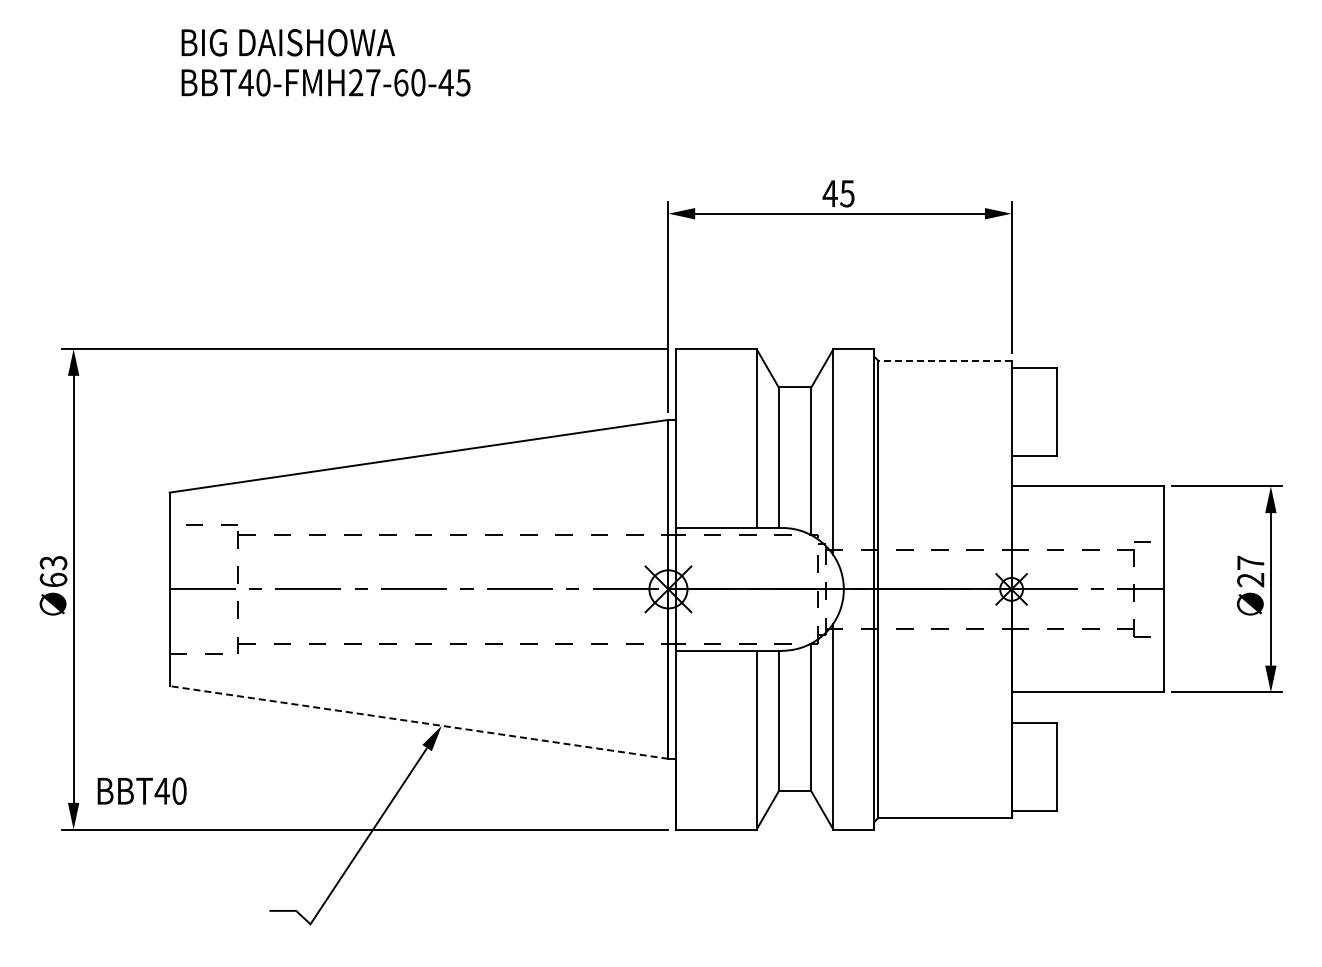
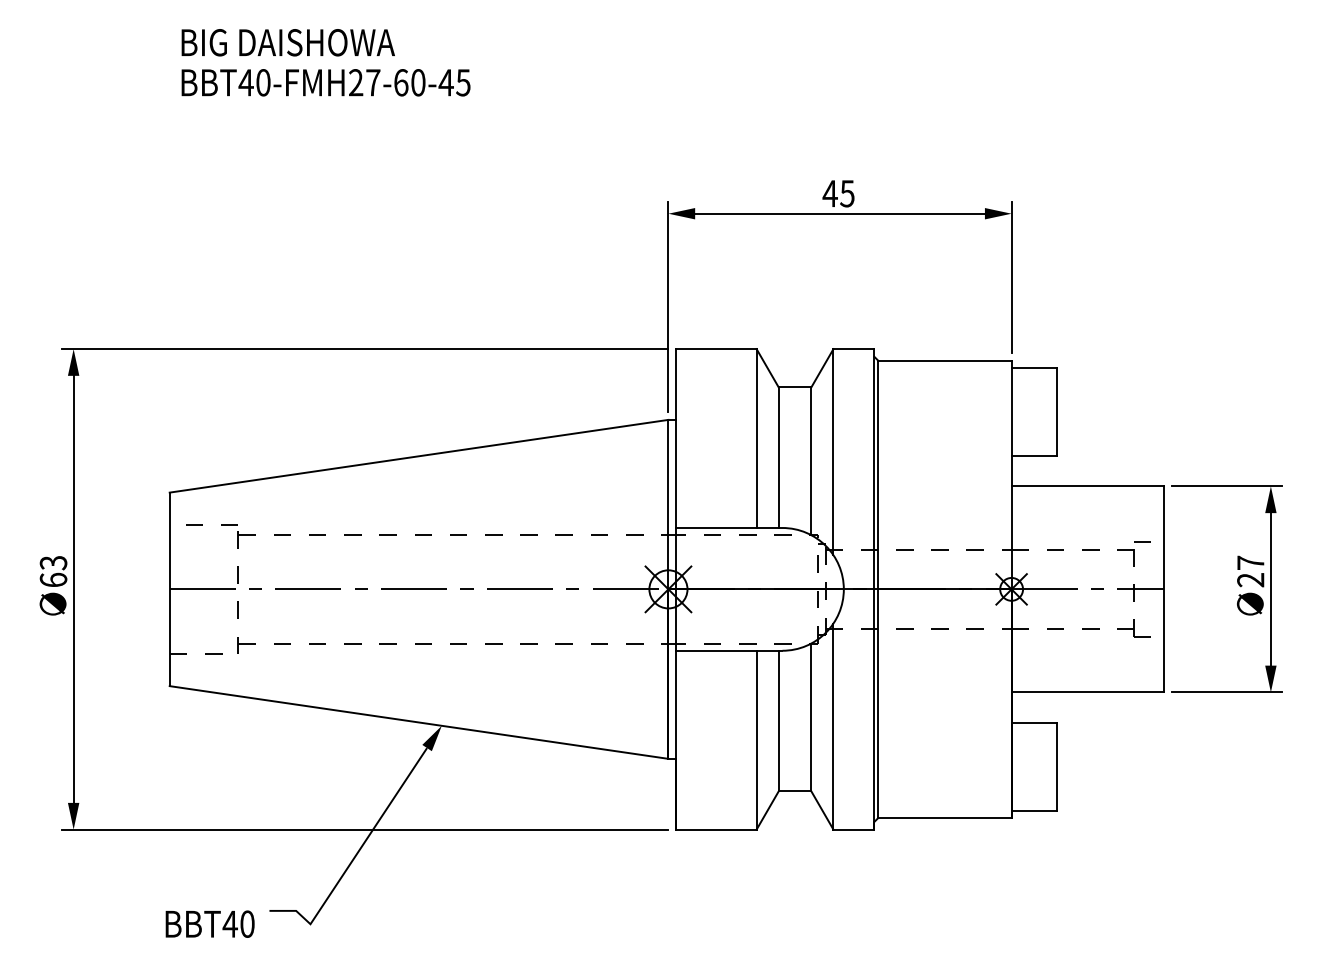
line at (944, 360): dashed -> solid
line at (418, 722): dashed -> solid
text at (141, 790) position: (141, 790) -> (209, 923)
